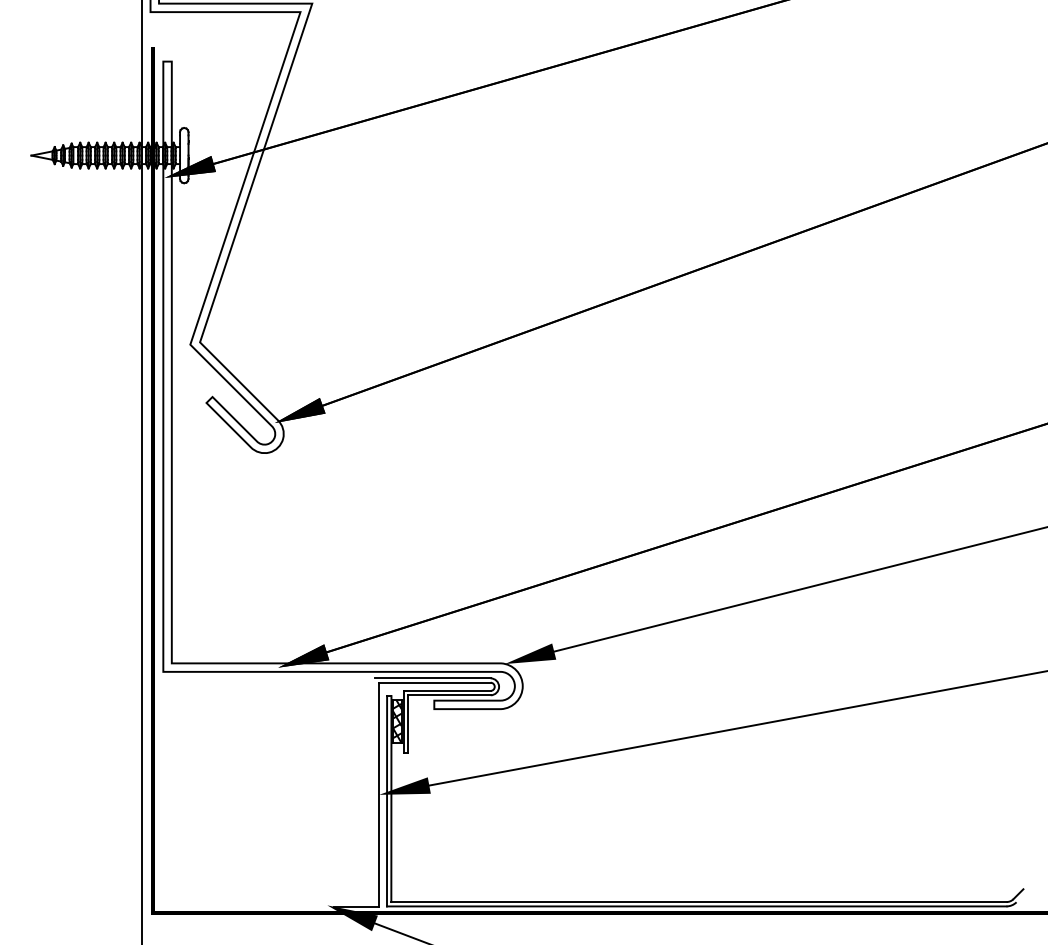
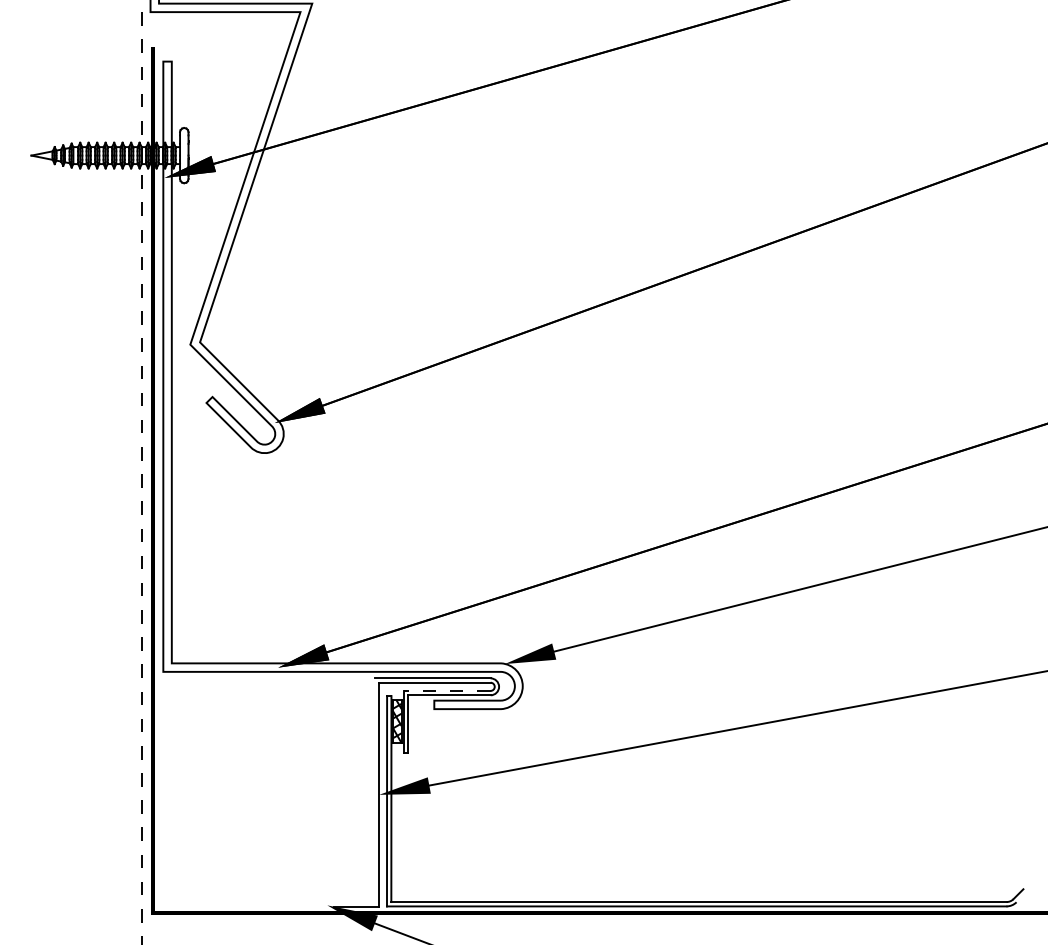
line at (142, 472): solid -> dashed
line at (446, 690): solid -> dashed
